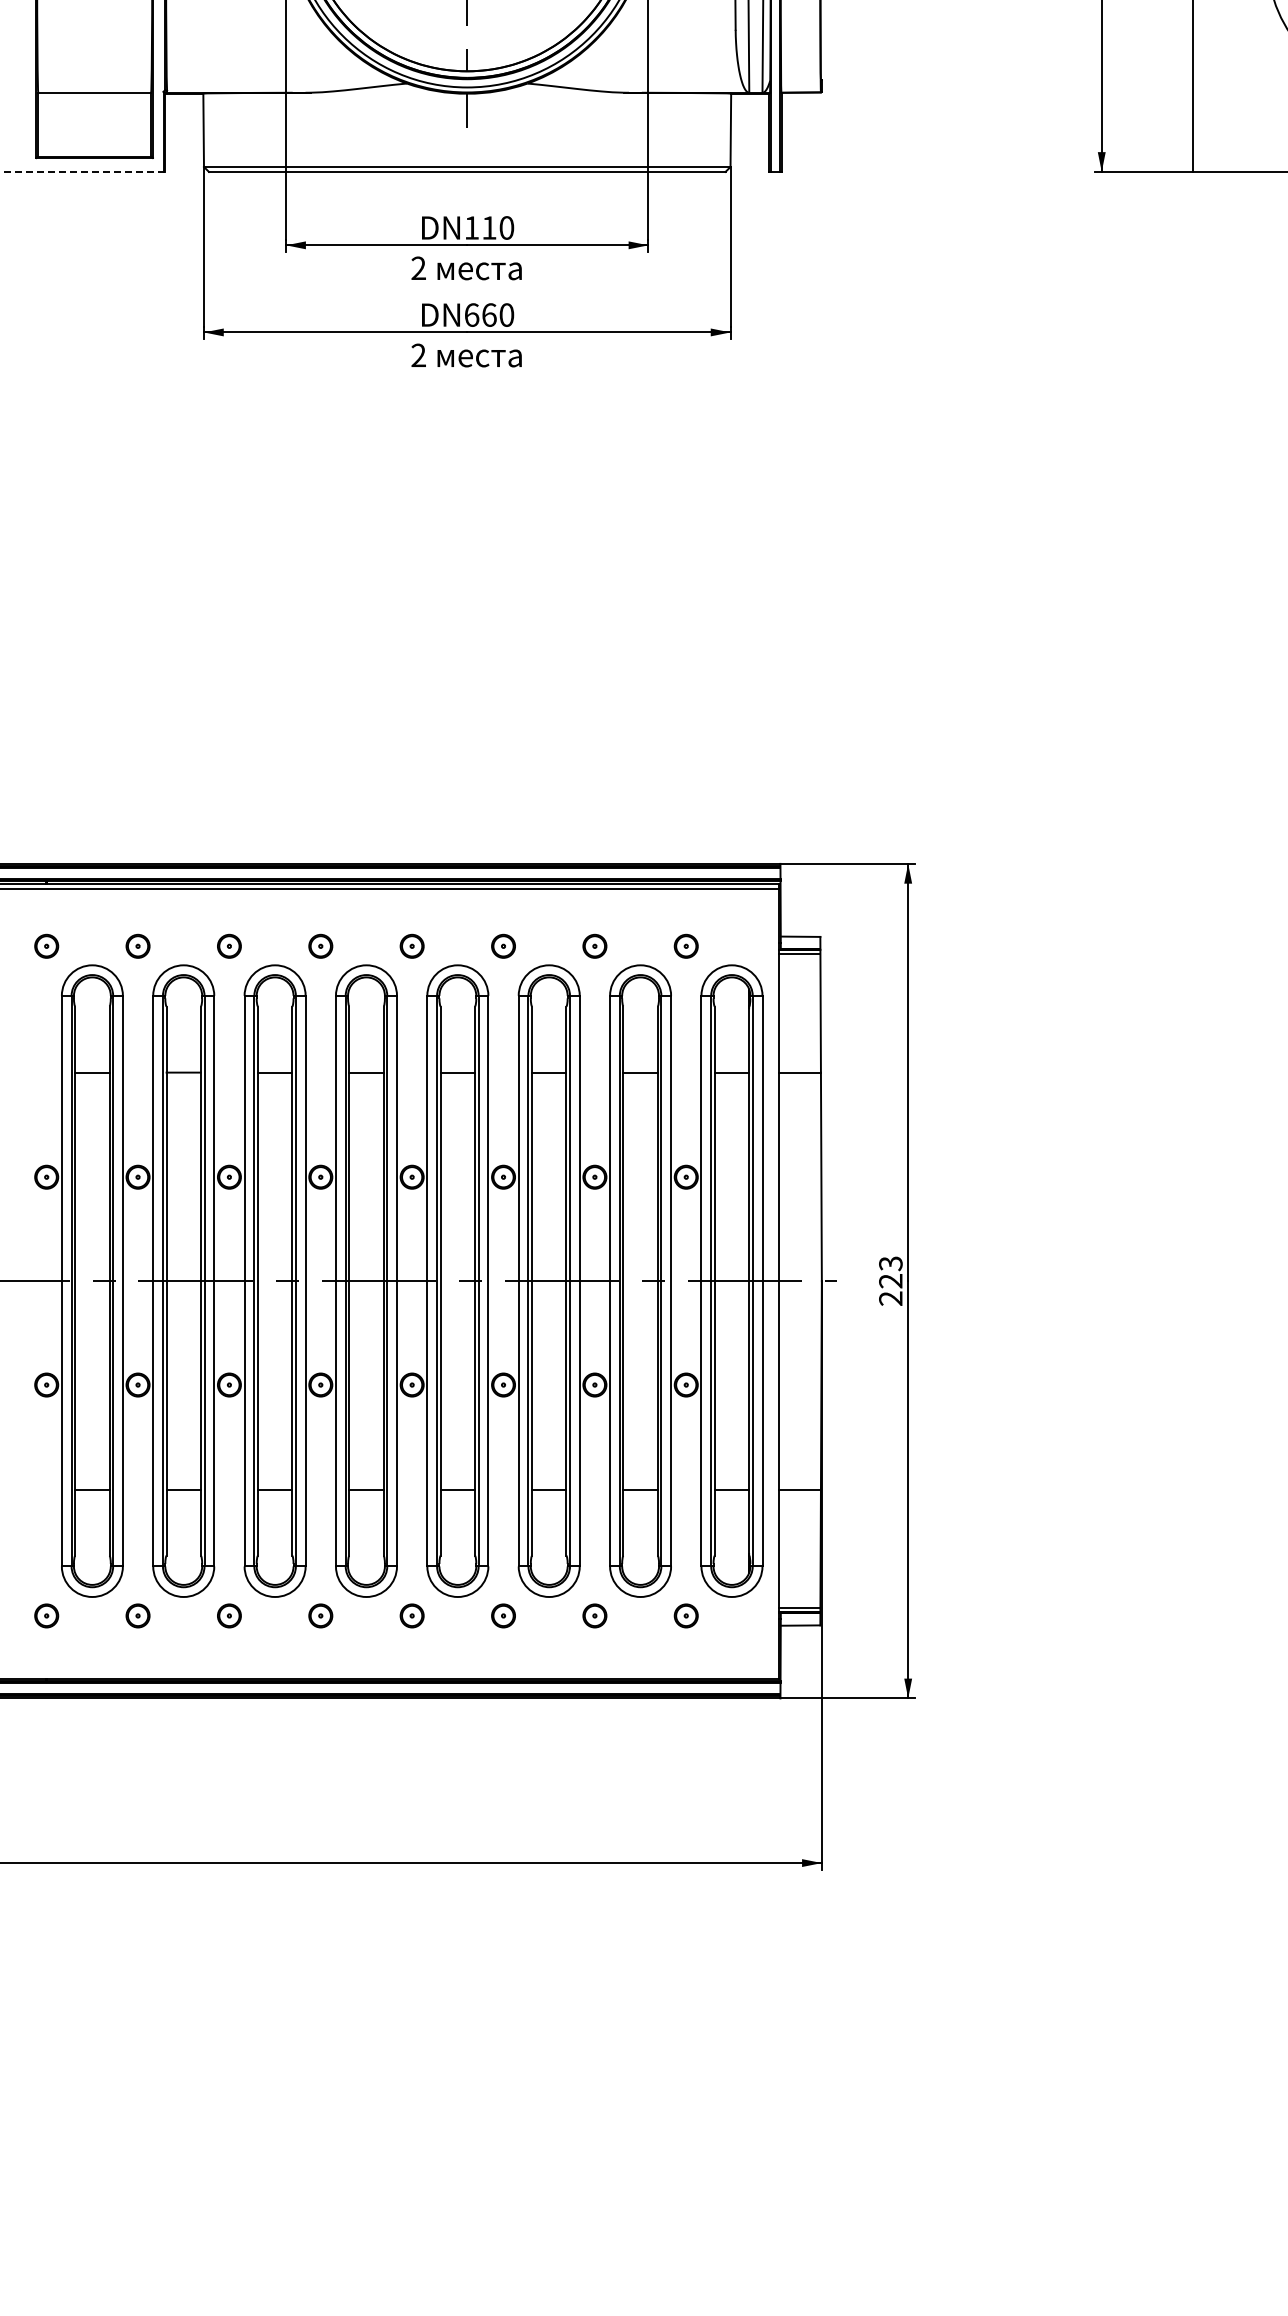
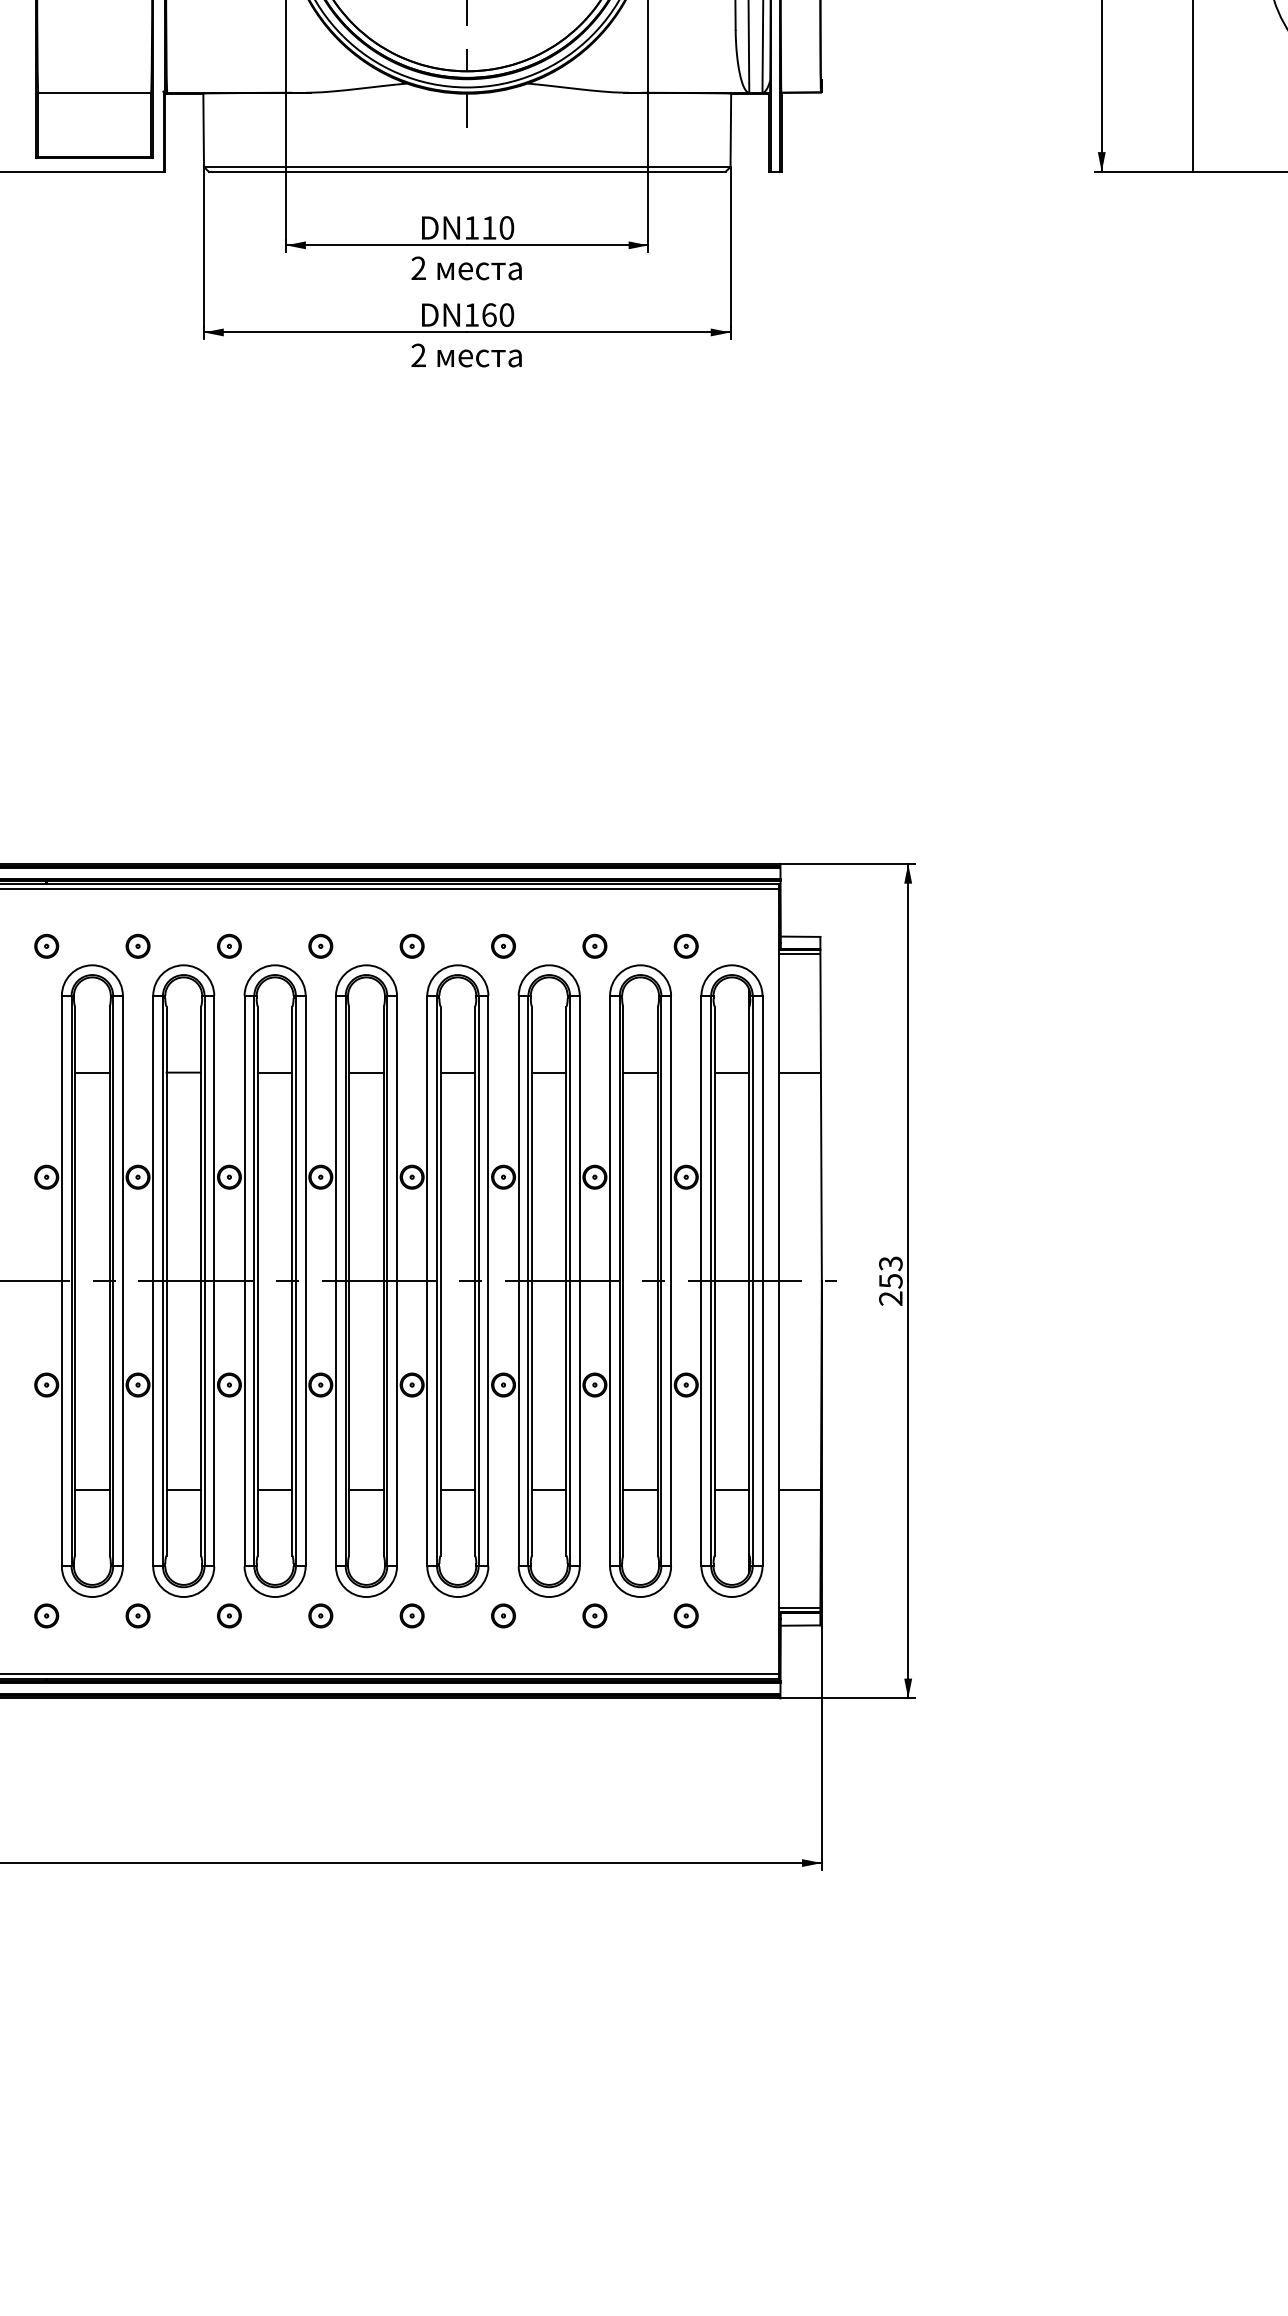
line at (82, 171): dashed -> solid
text at (472, 314): DN660 -> DN160
text at (890, 1281): 223 -> 253
line at (390, 1673): none -> present
